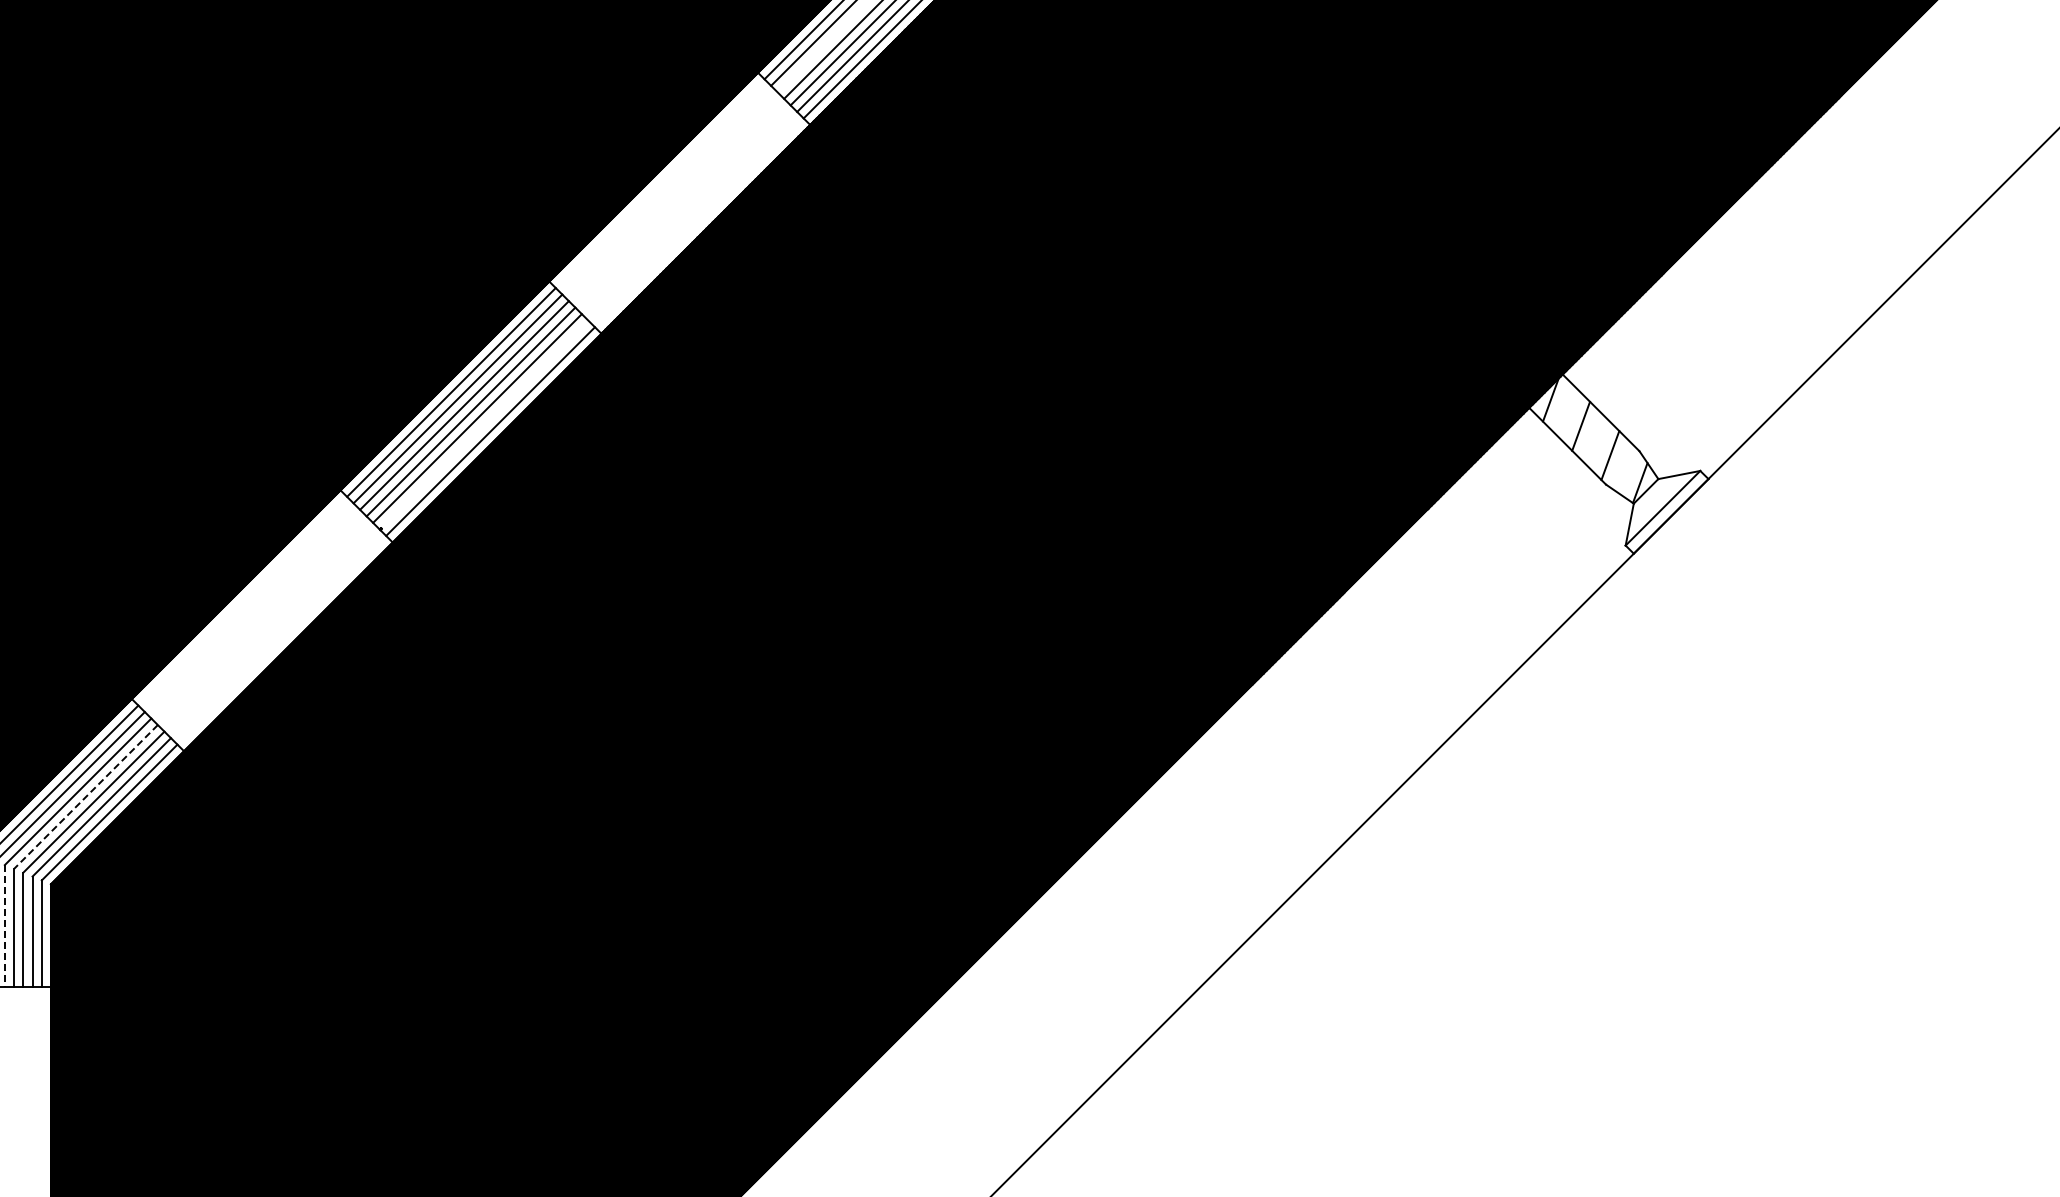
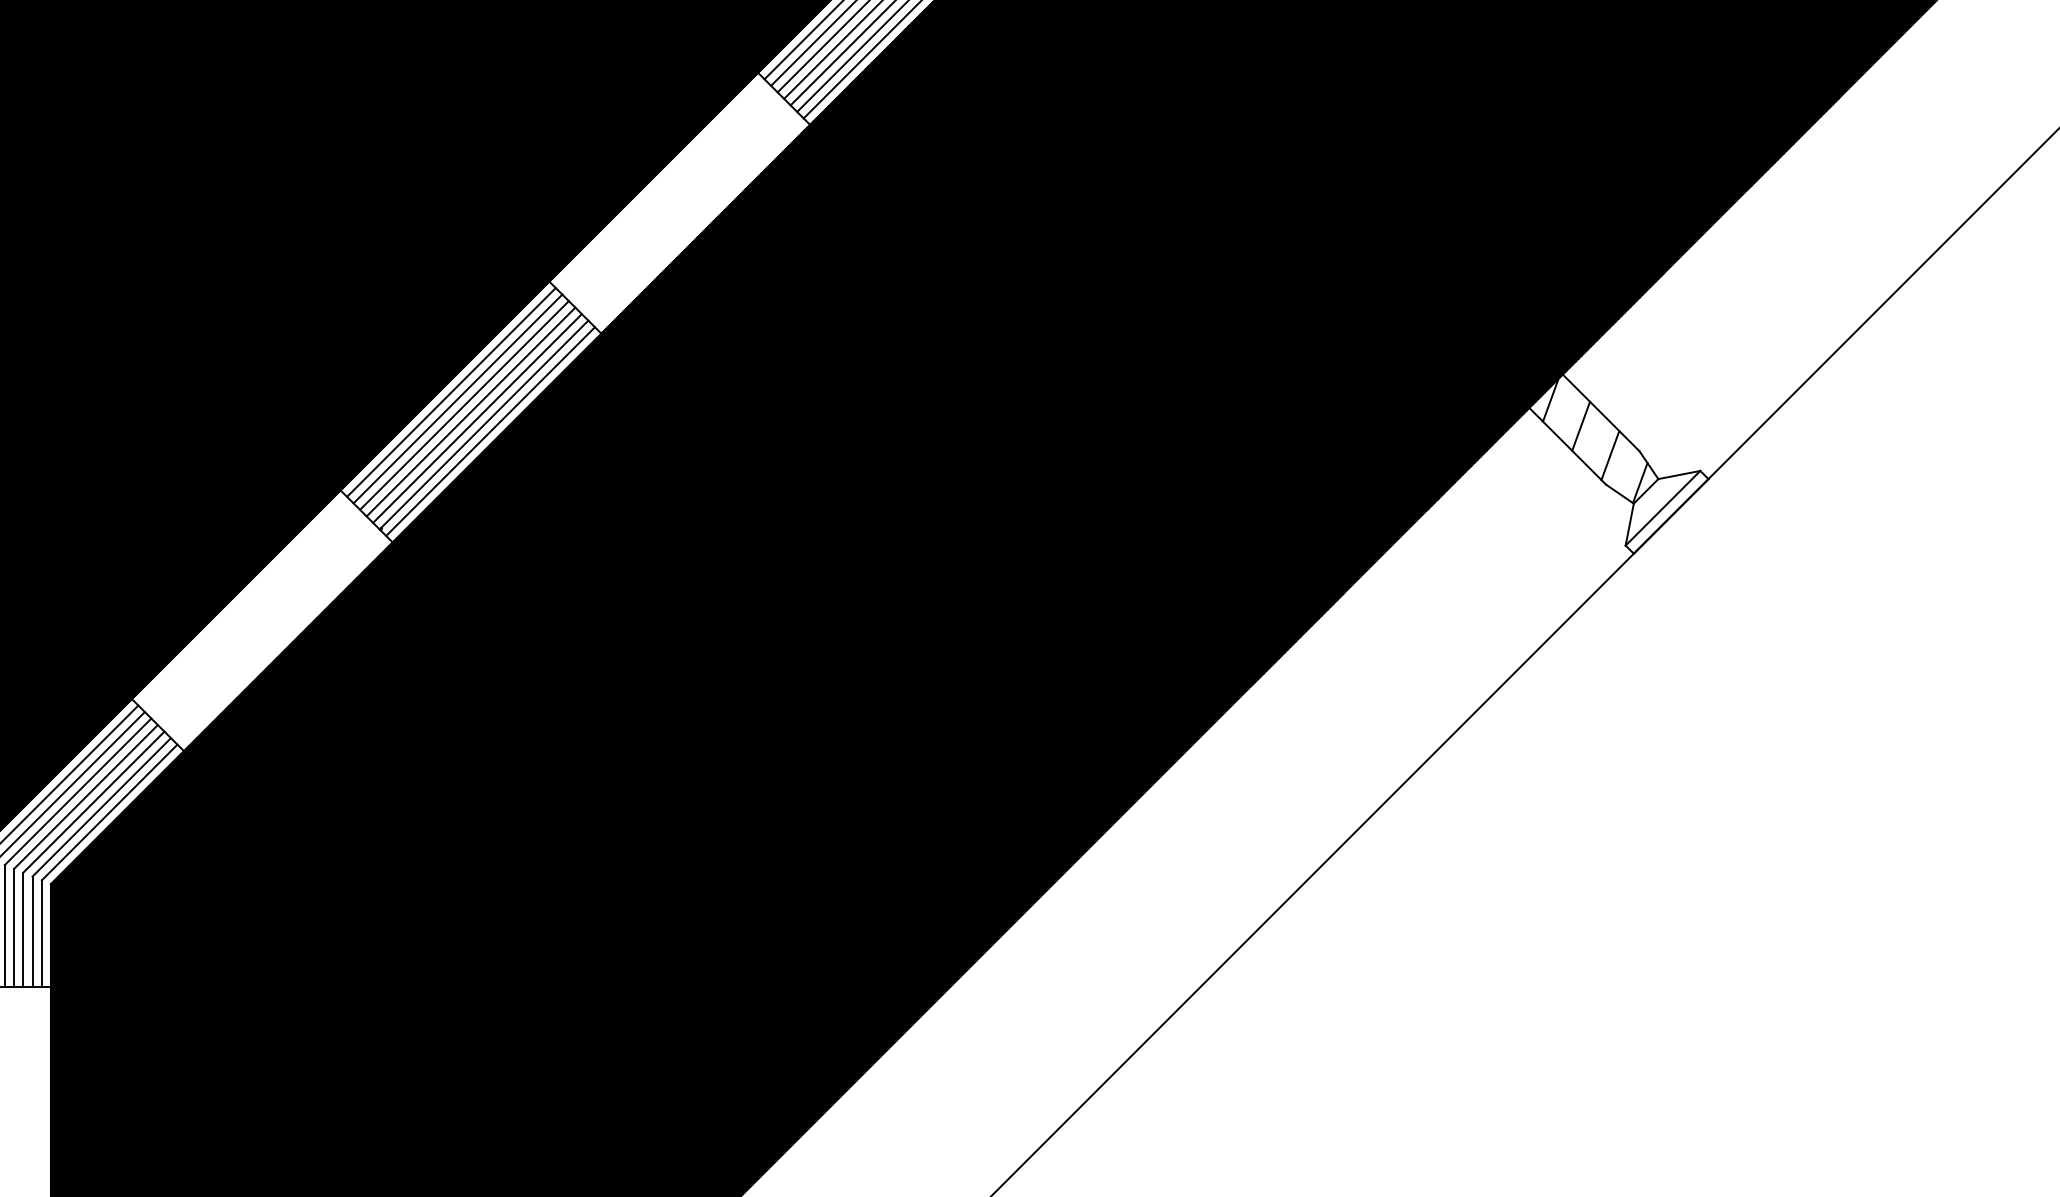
line at (822, 47): none -> present
line at (483, 424): none -> present
line at (85, 797): dashed -> solid
line at (4, 925): dashed -> solid
